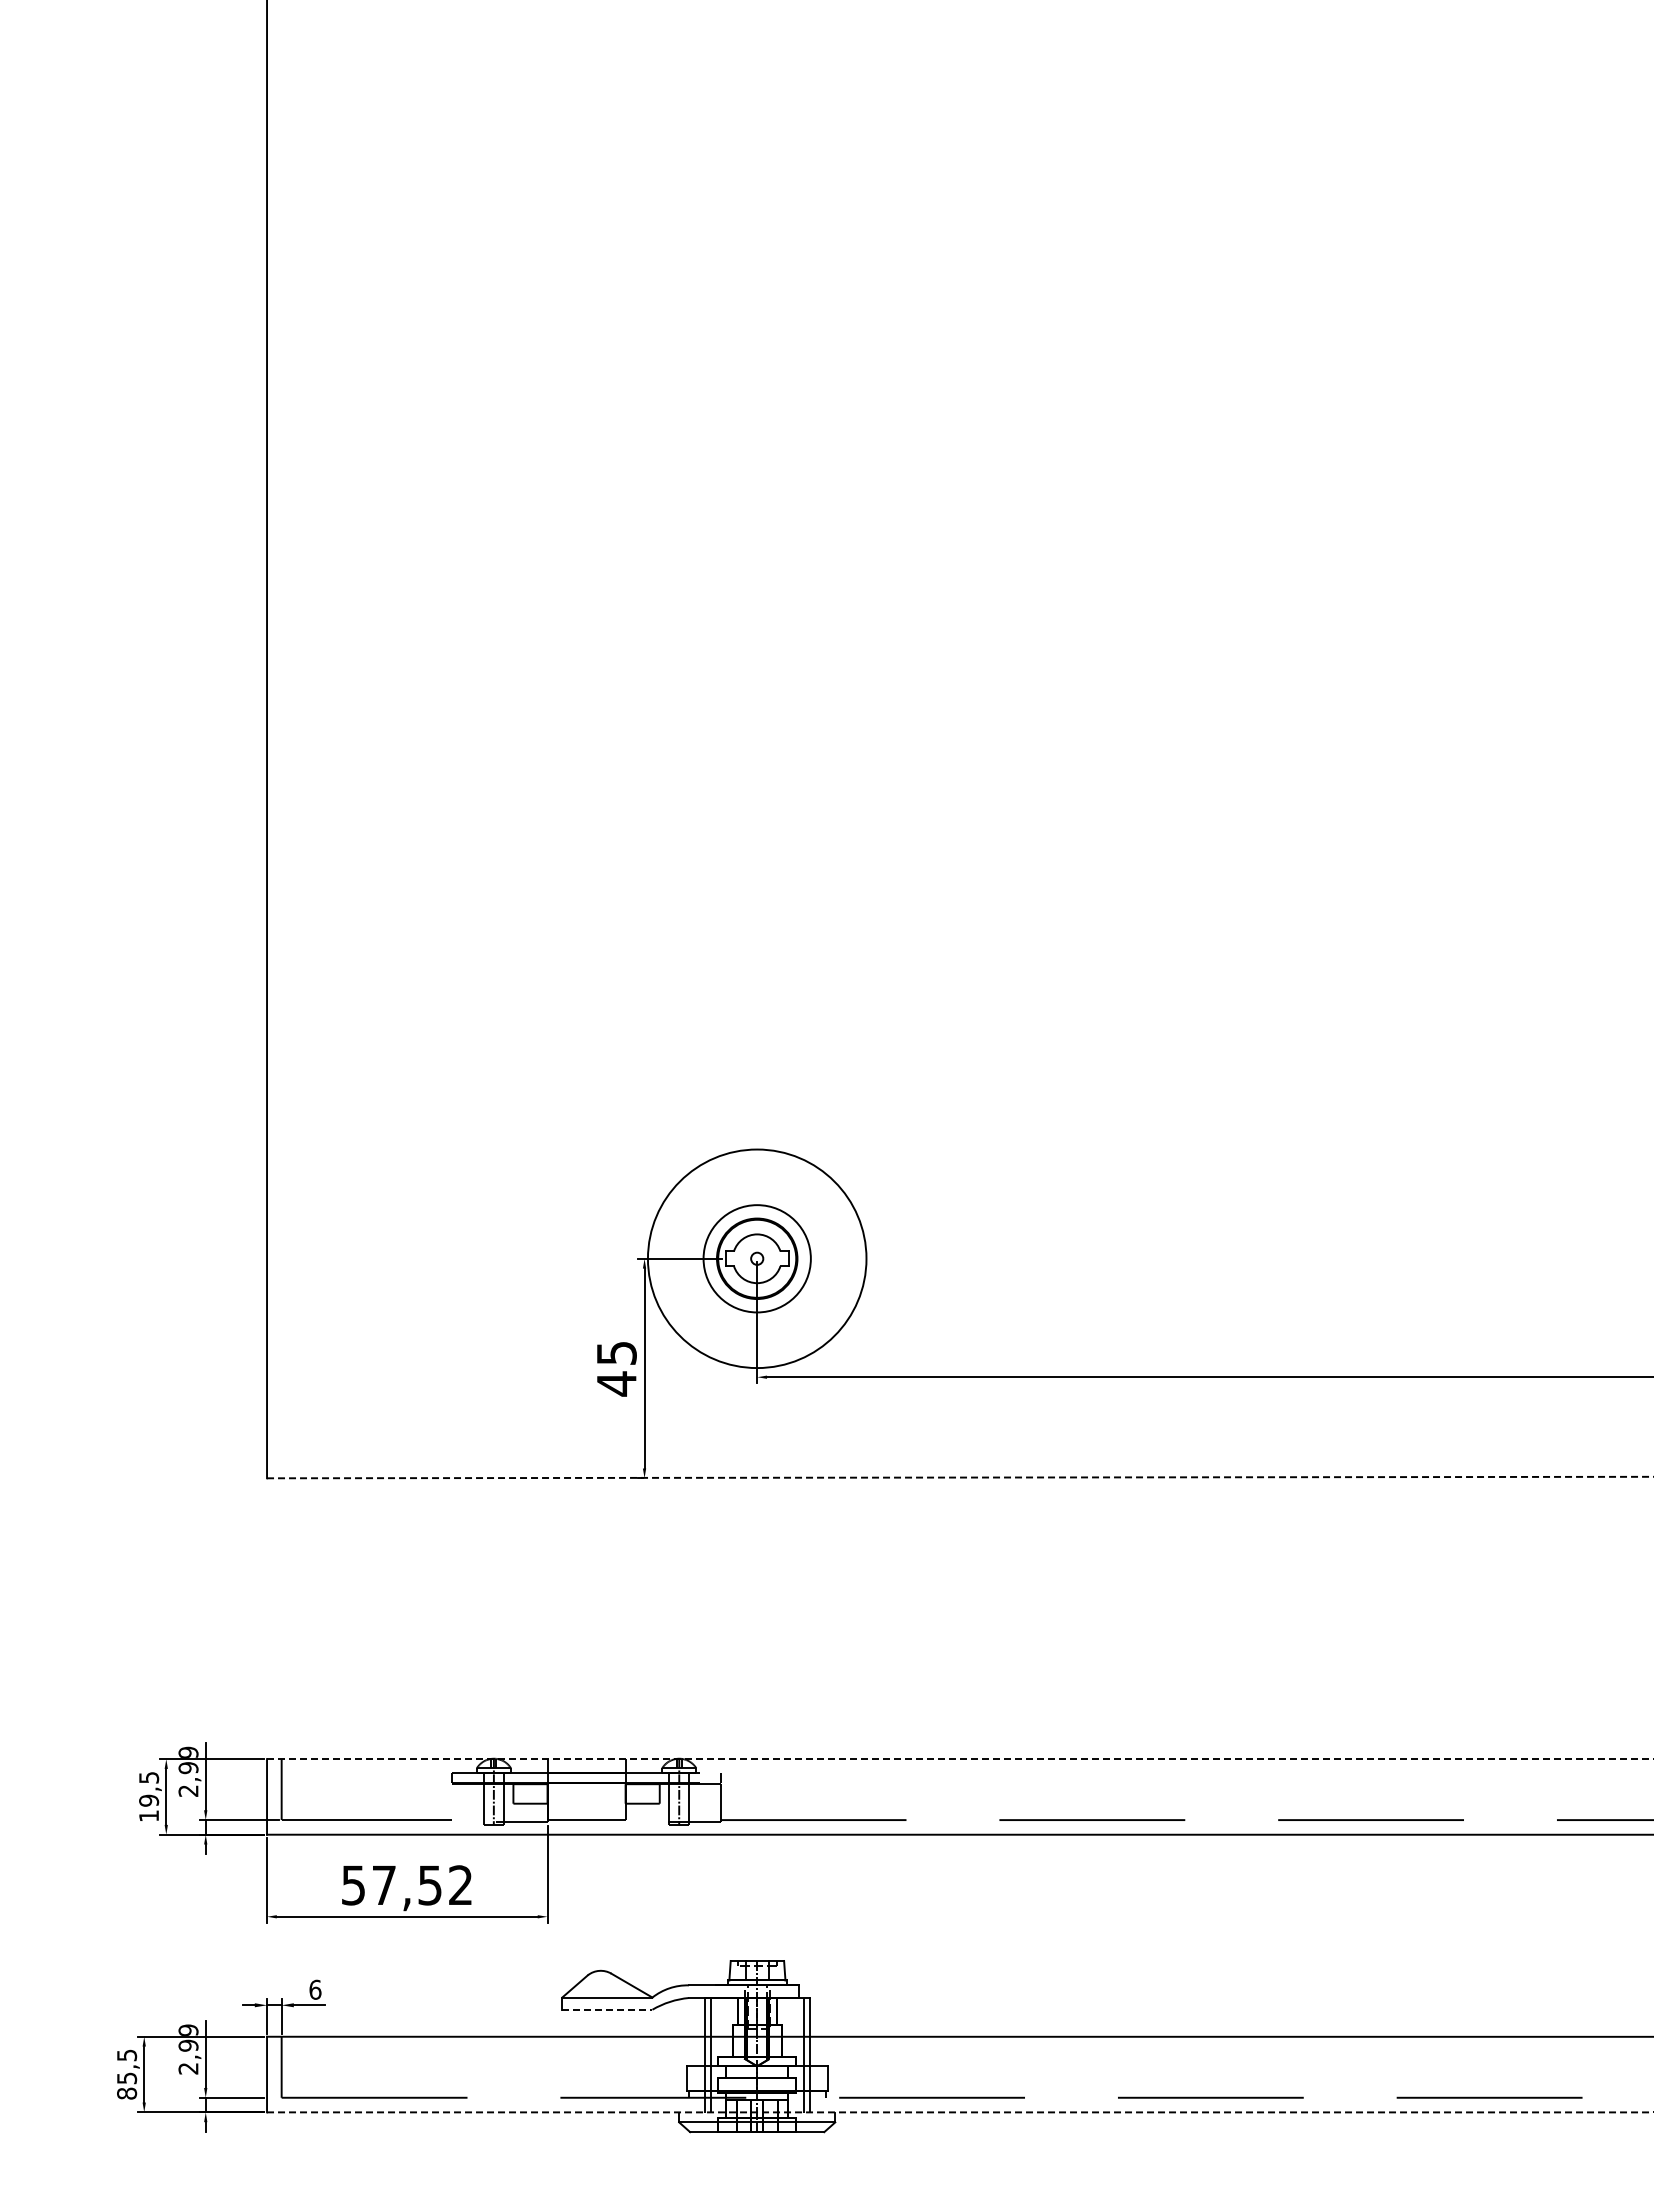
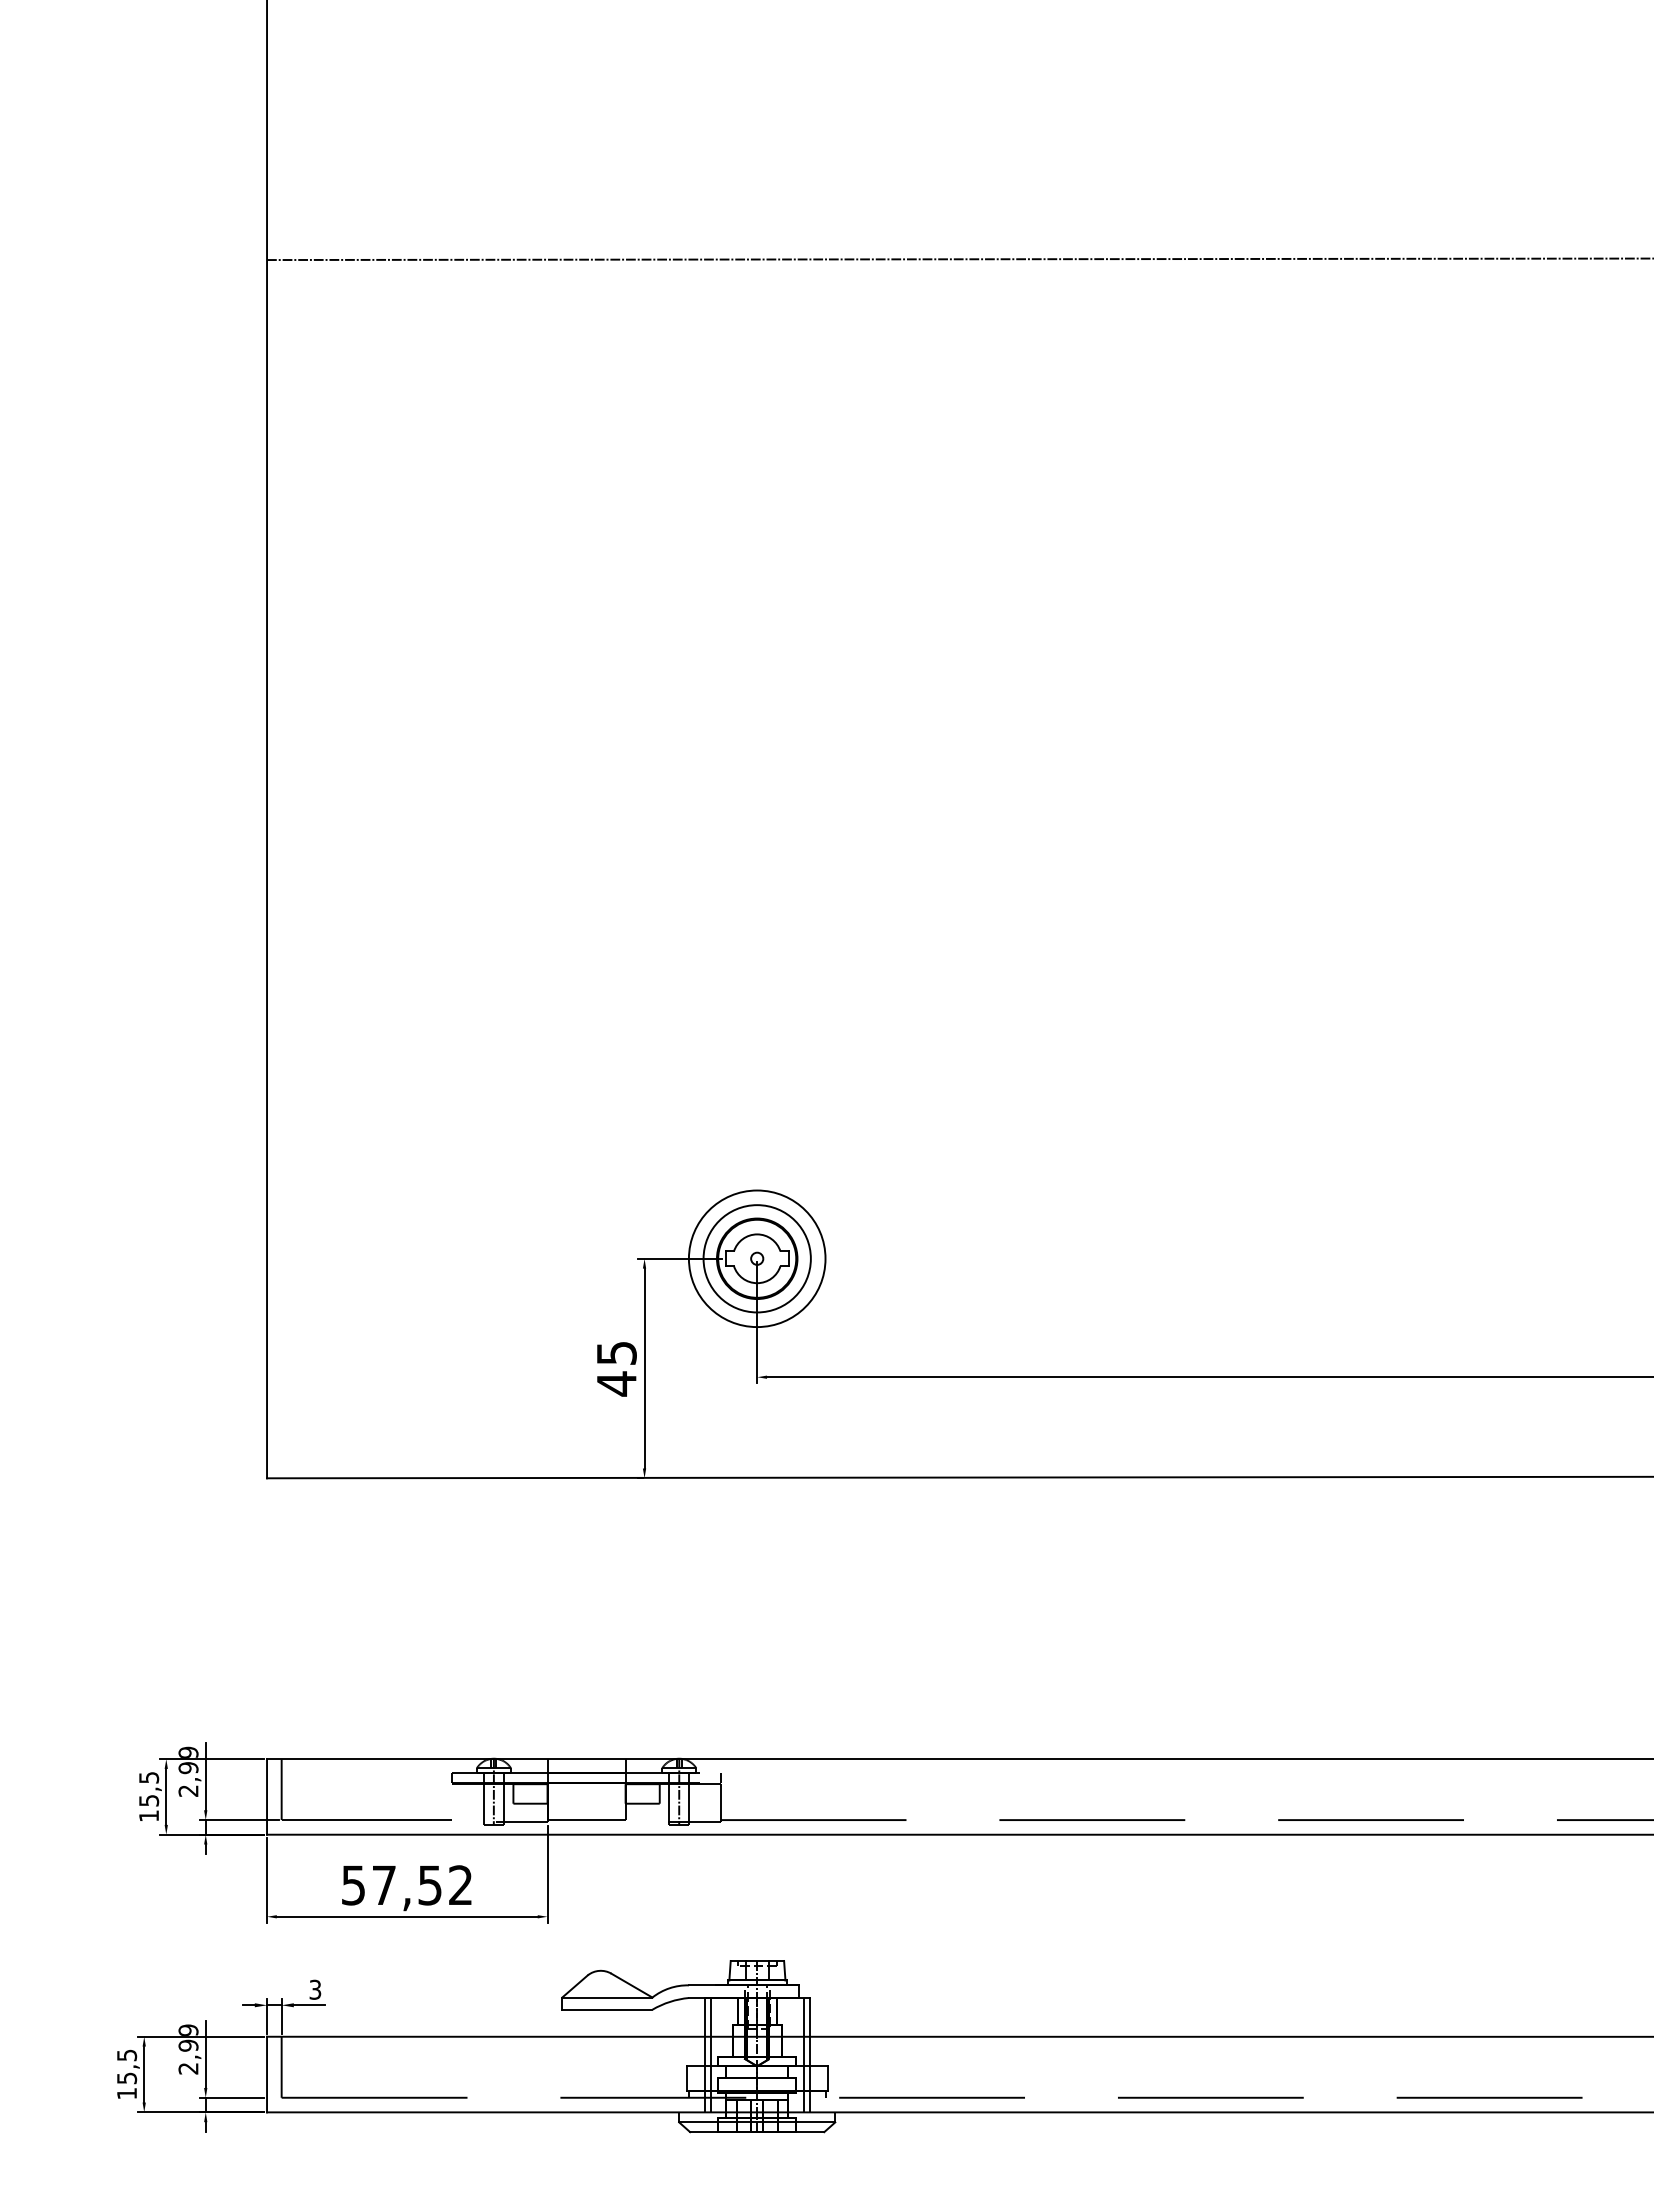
line at (958, 259): none -> present
circle at (756, 1258) diameter: 219 px -> 137 px
line at (960, 1477): dashed -> solid
line at (960, 1759): dashed -> solid
text at (148, 1800): 19,5 -> 15,5
text at (315, 1989): 6 -> 3
line at (607, 2009): dashed -> solid
text at (127, 2093): 85,5 -> 15,5
line at (960, 2112): dashed -> solid
